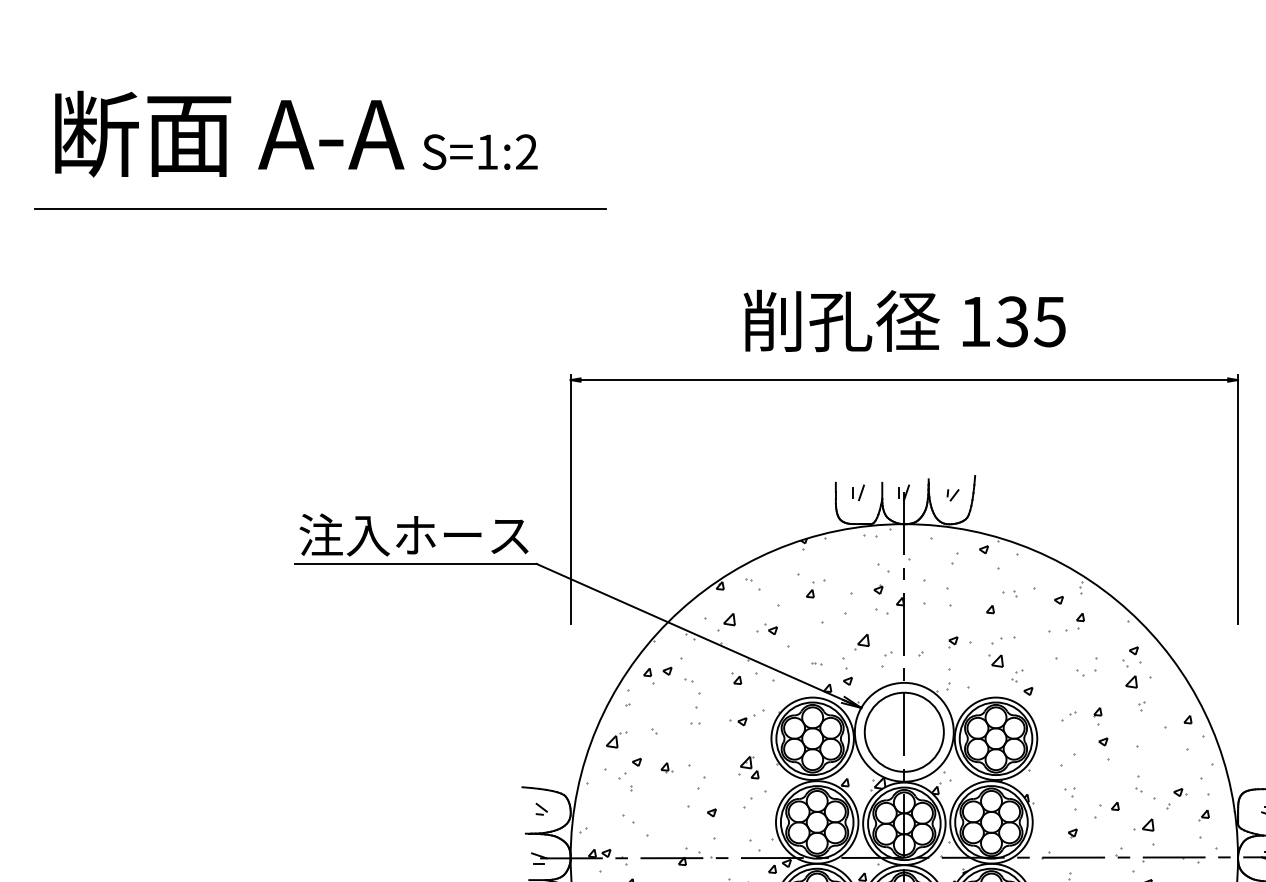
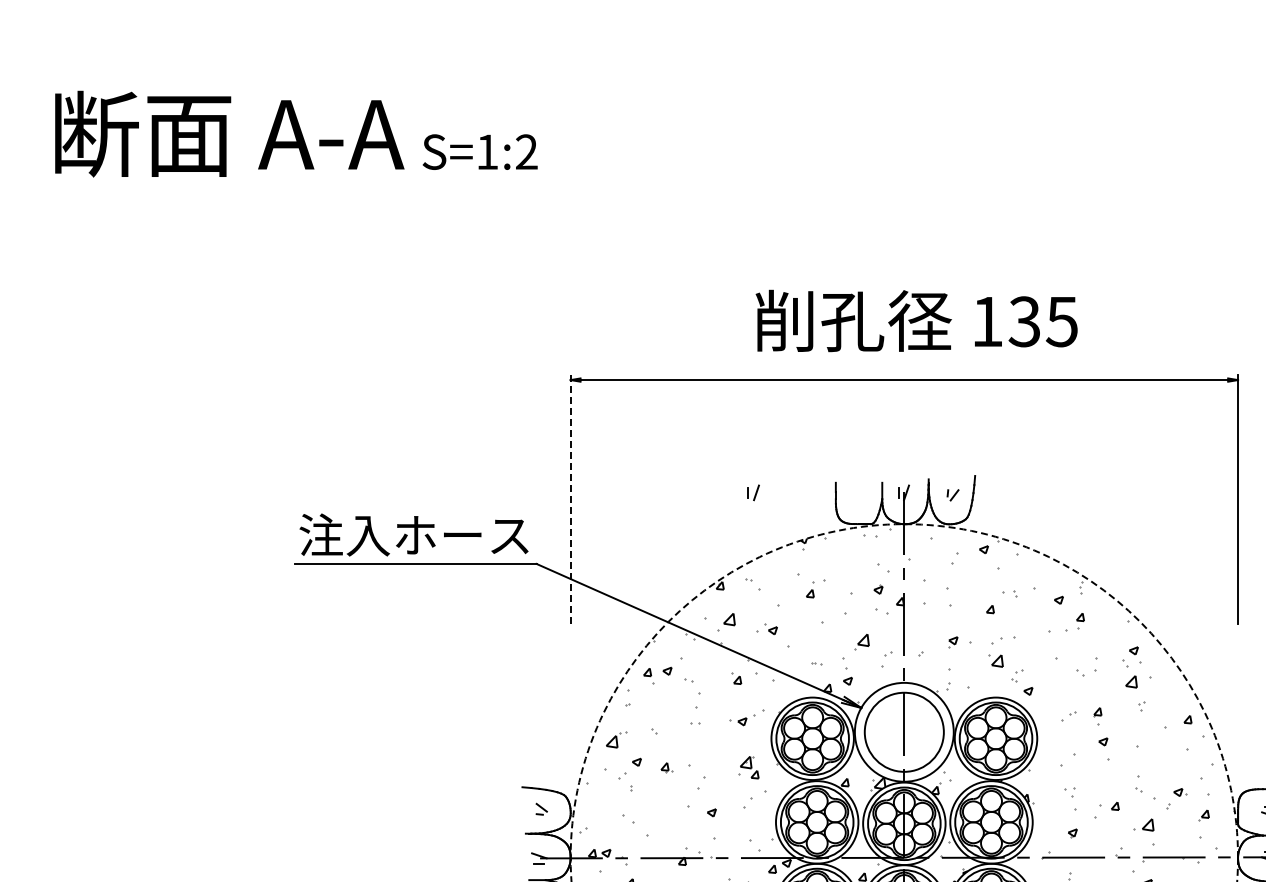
line at (320, 208): present -> none
text at (904, 320) position: (904, 320) -> (916, 320)
part at (858, 492) position: (858, 492) -> (753, 492)
line at (570, 498): solid -> dashed
circle at (904, 702): solid -> dashed
